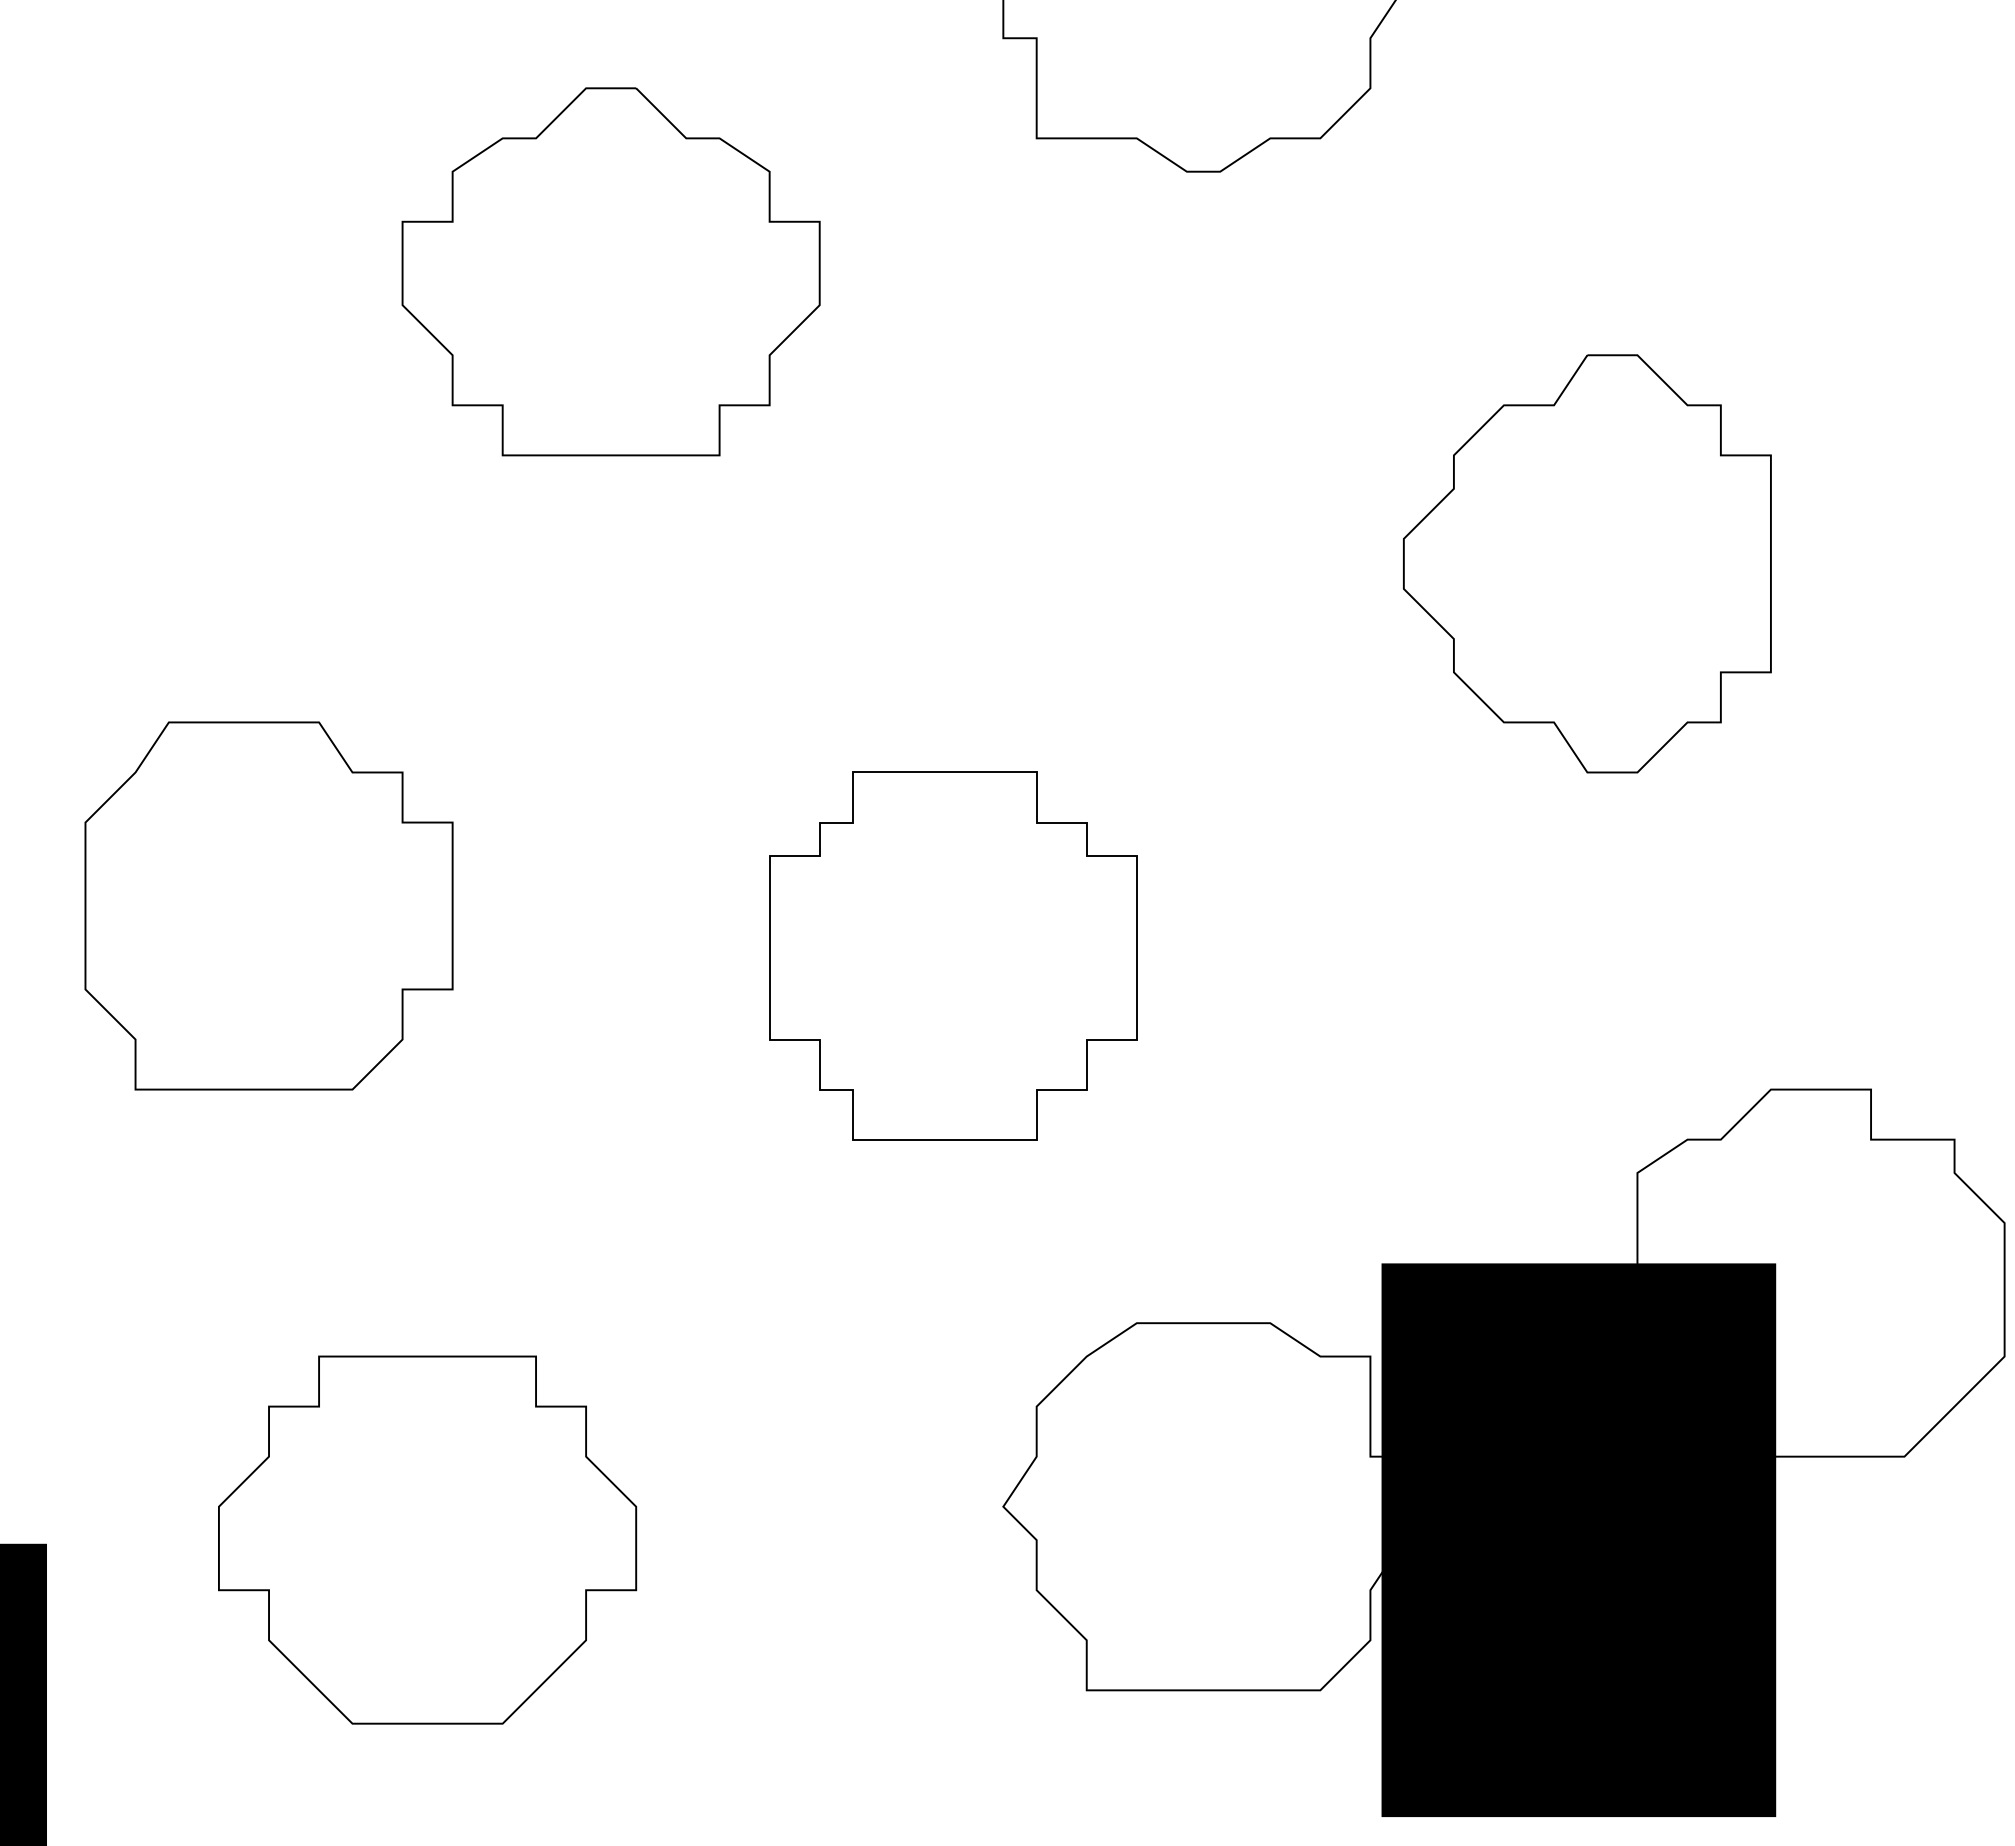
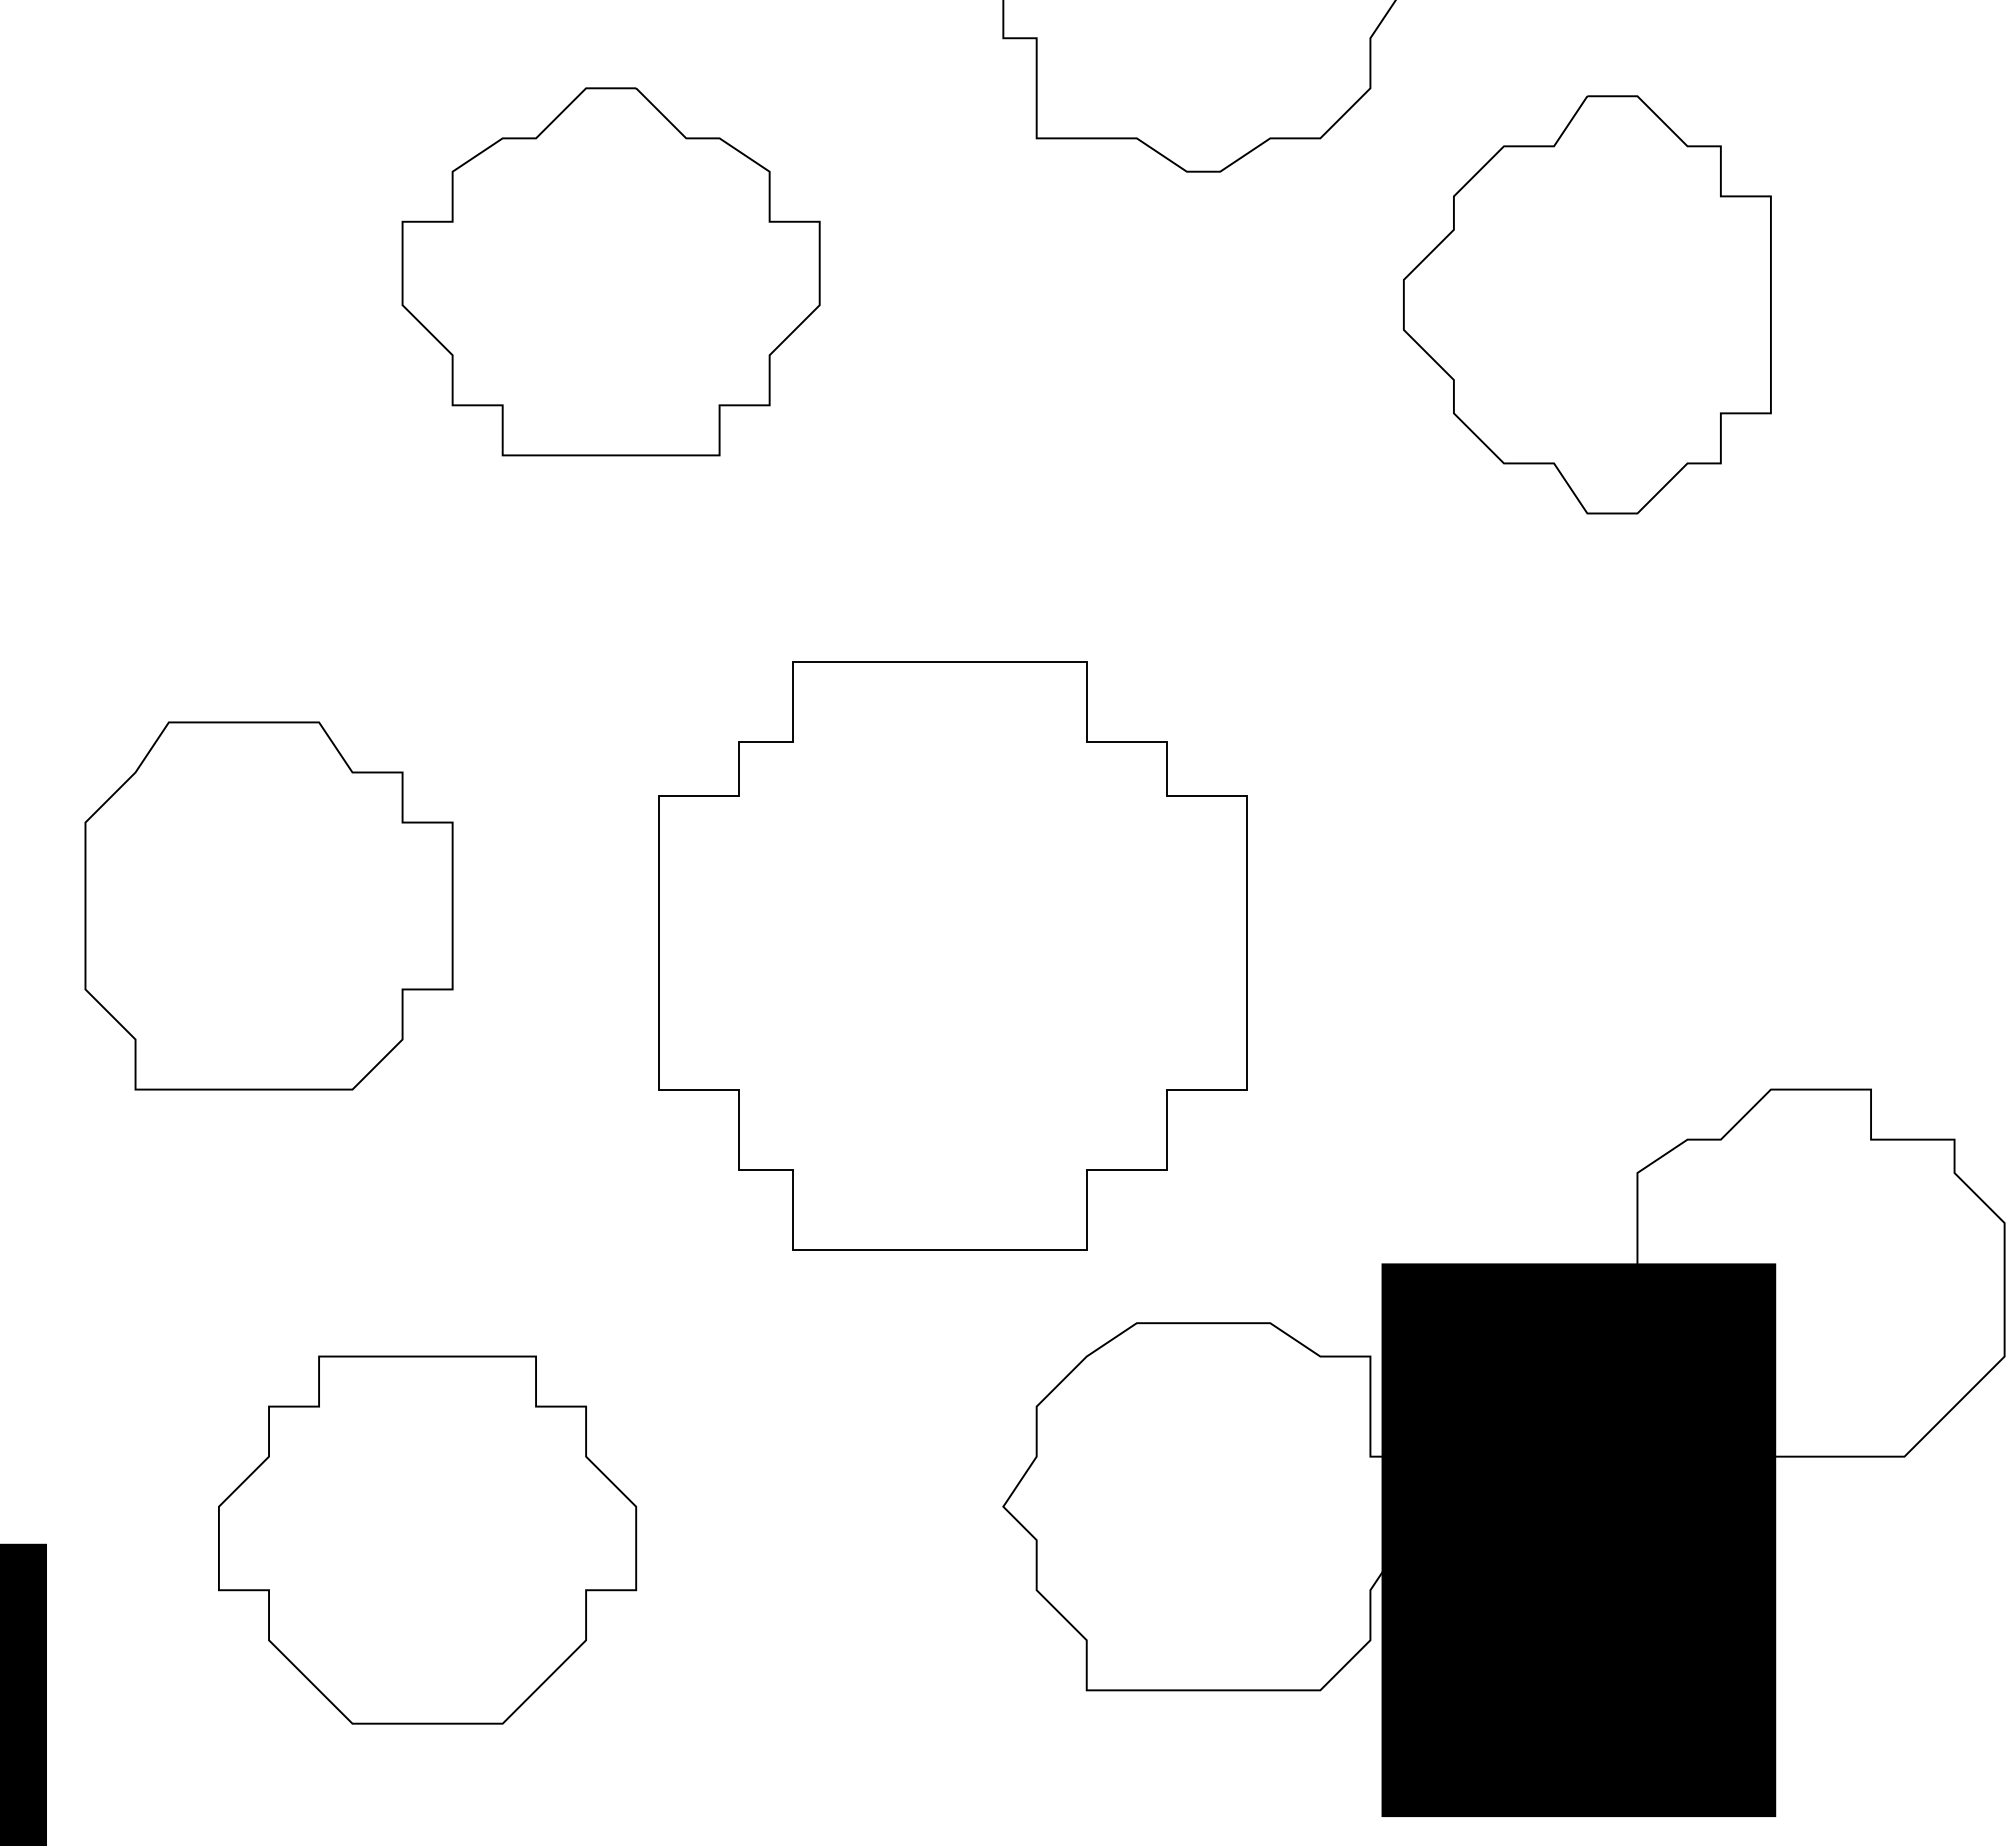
part at (1587, 563) position: (1587, 563) -> (1587, 304)
part at (953, 955) size: 369x370 px -> 590x590 px
